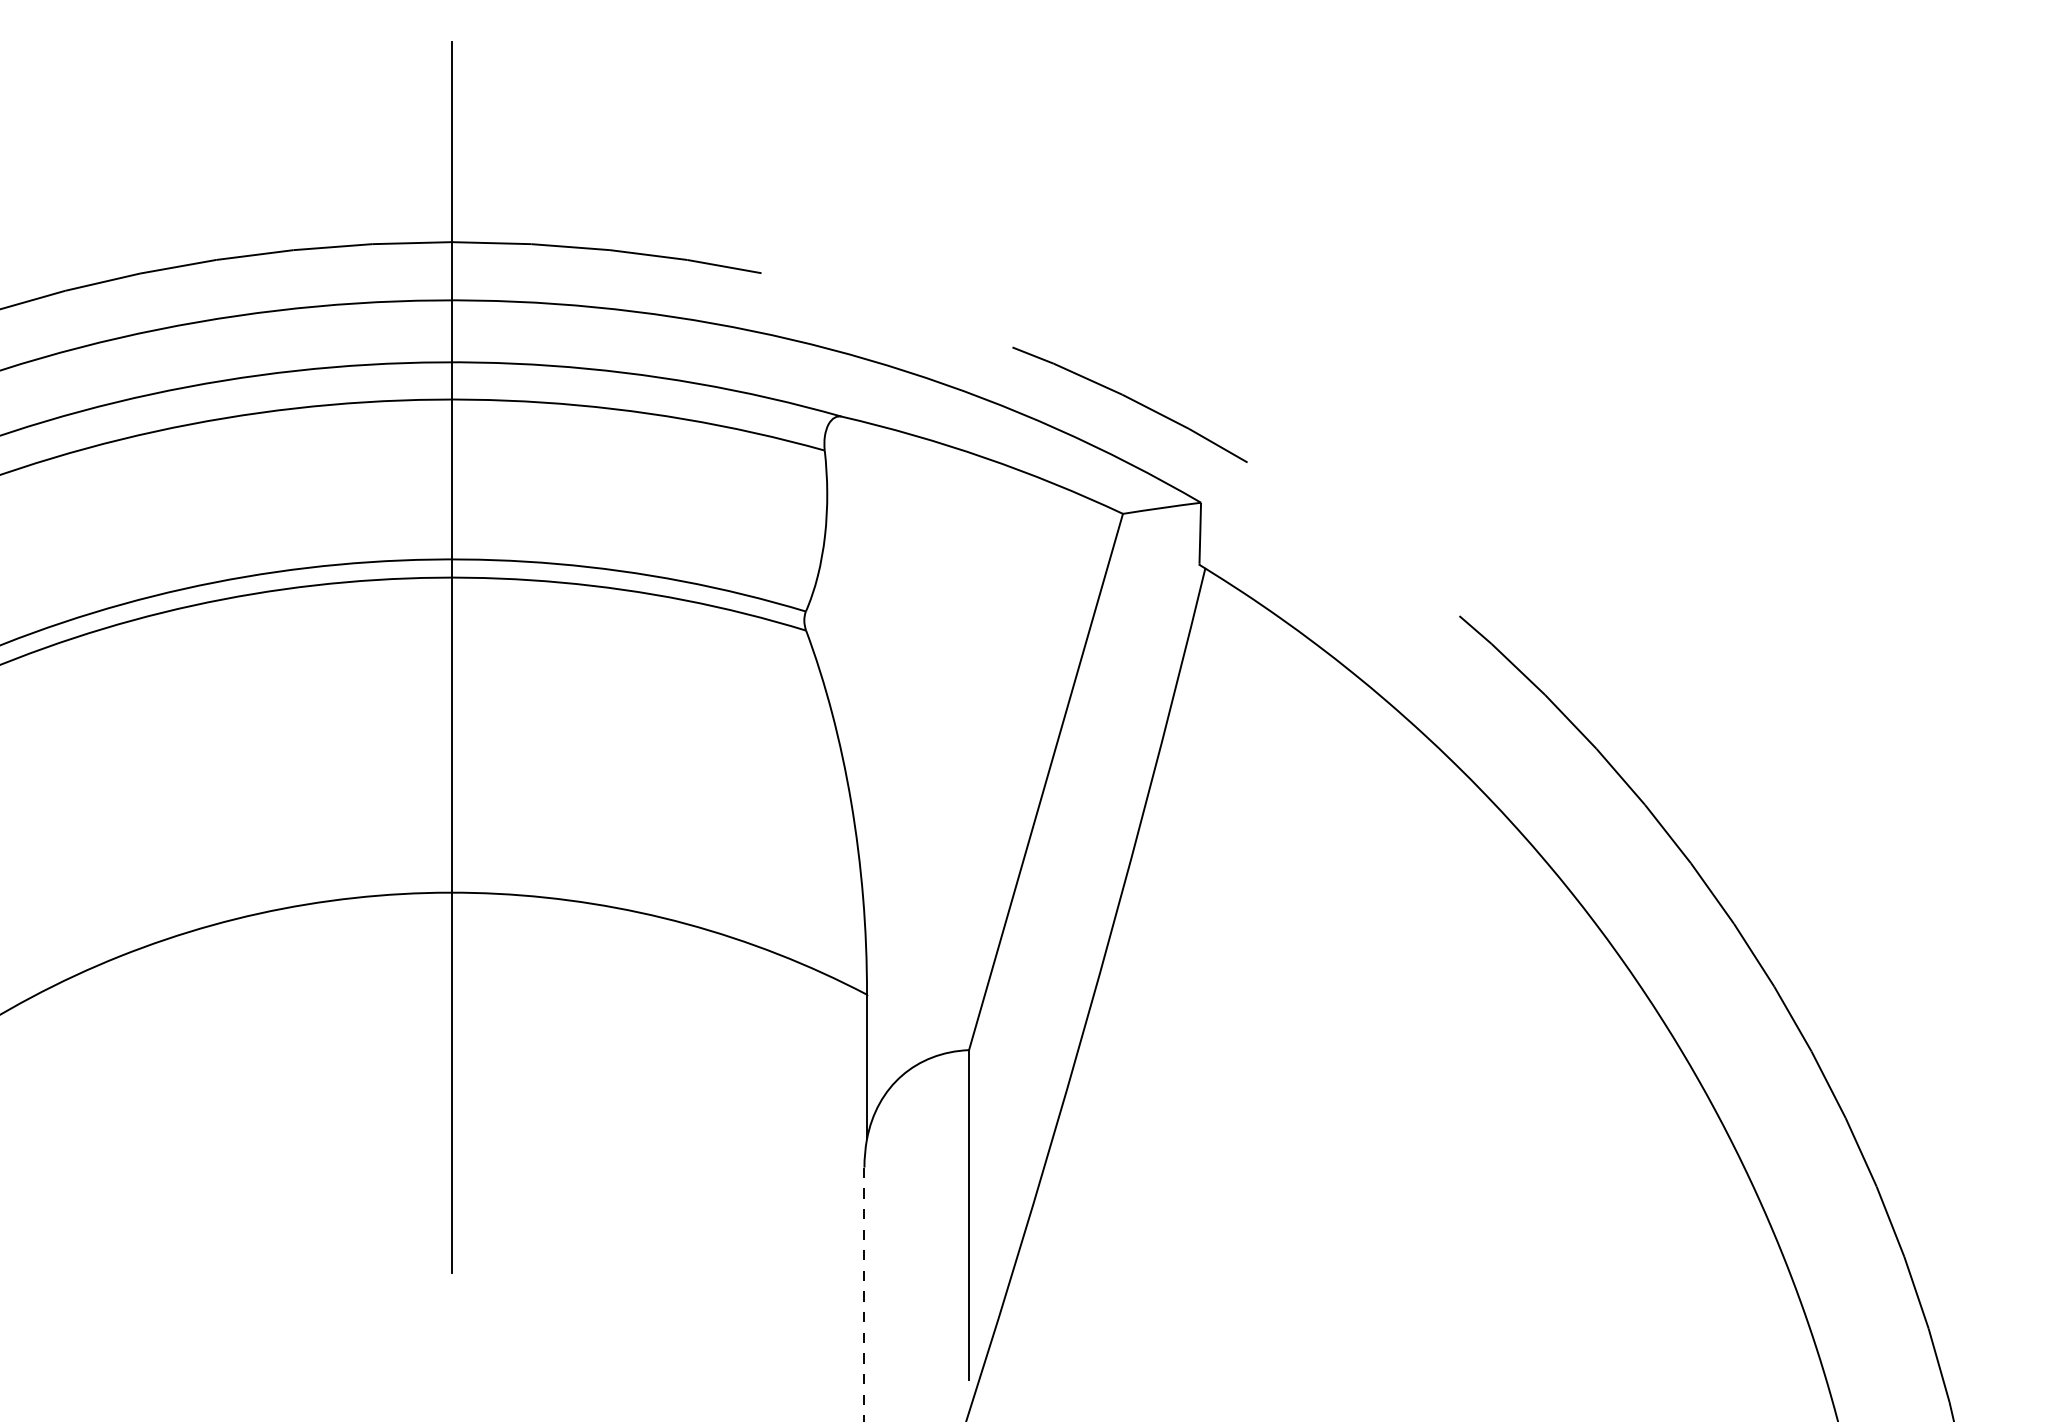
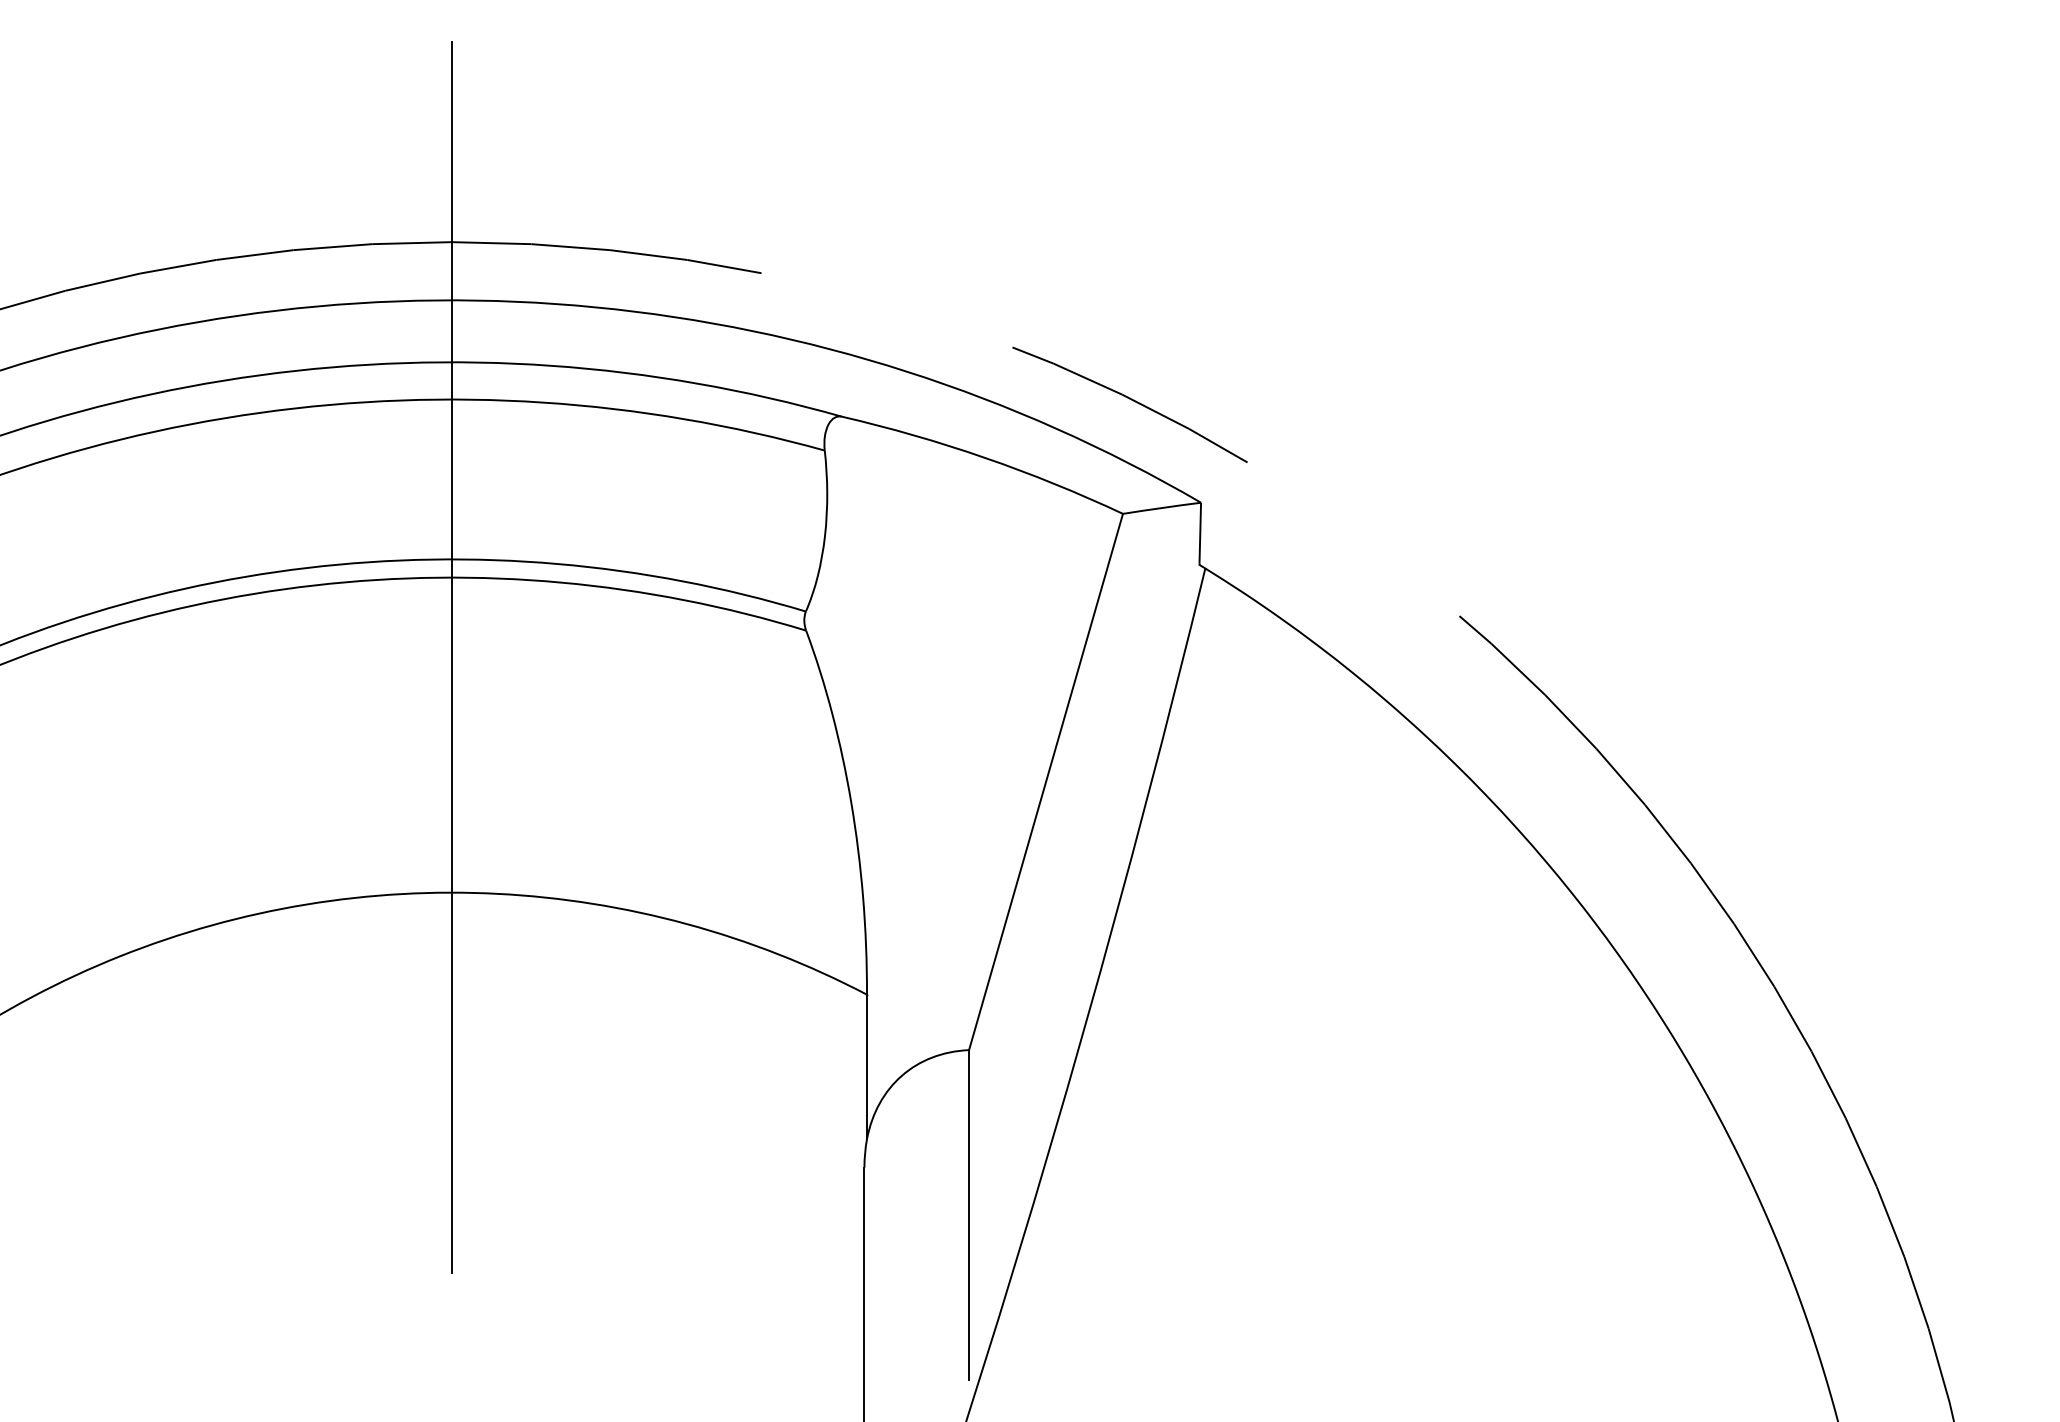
line at (864, 1294): dashed -> solid
